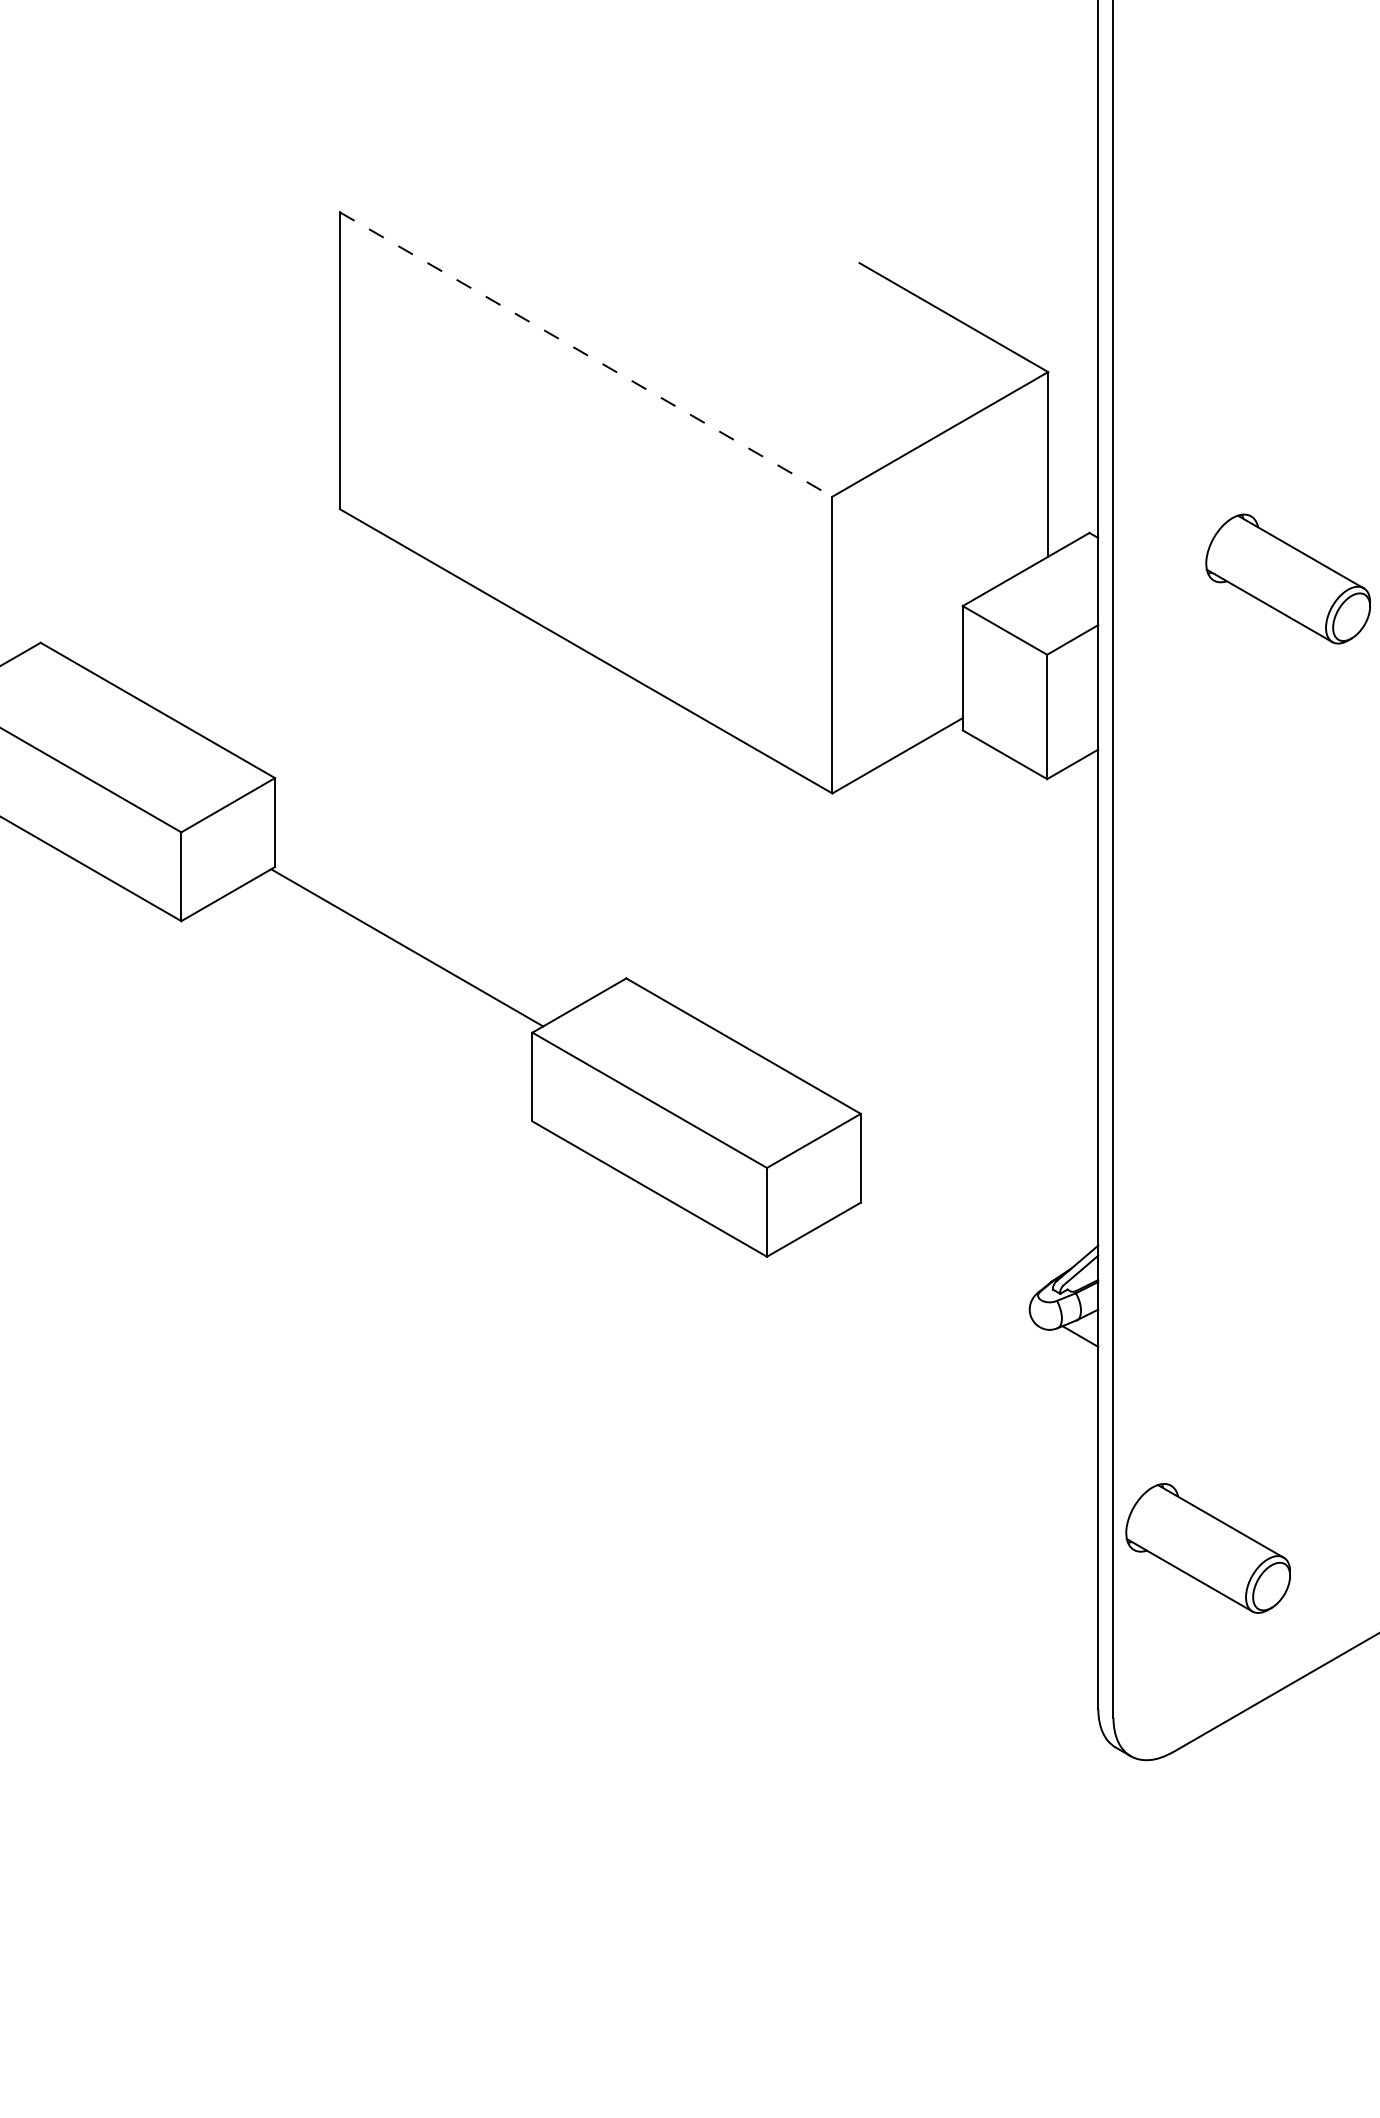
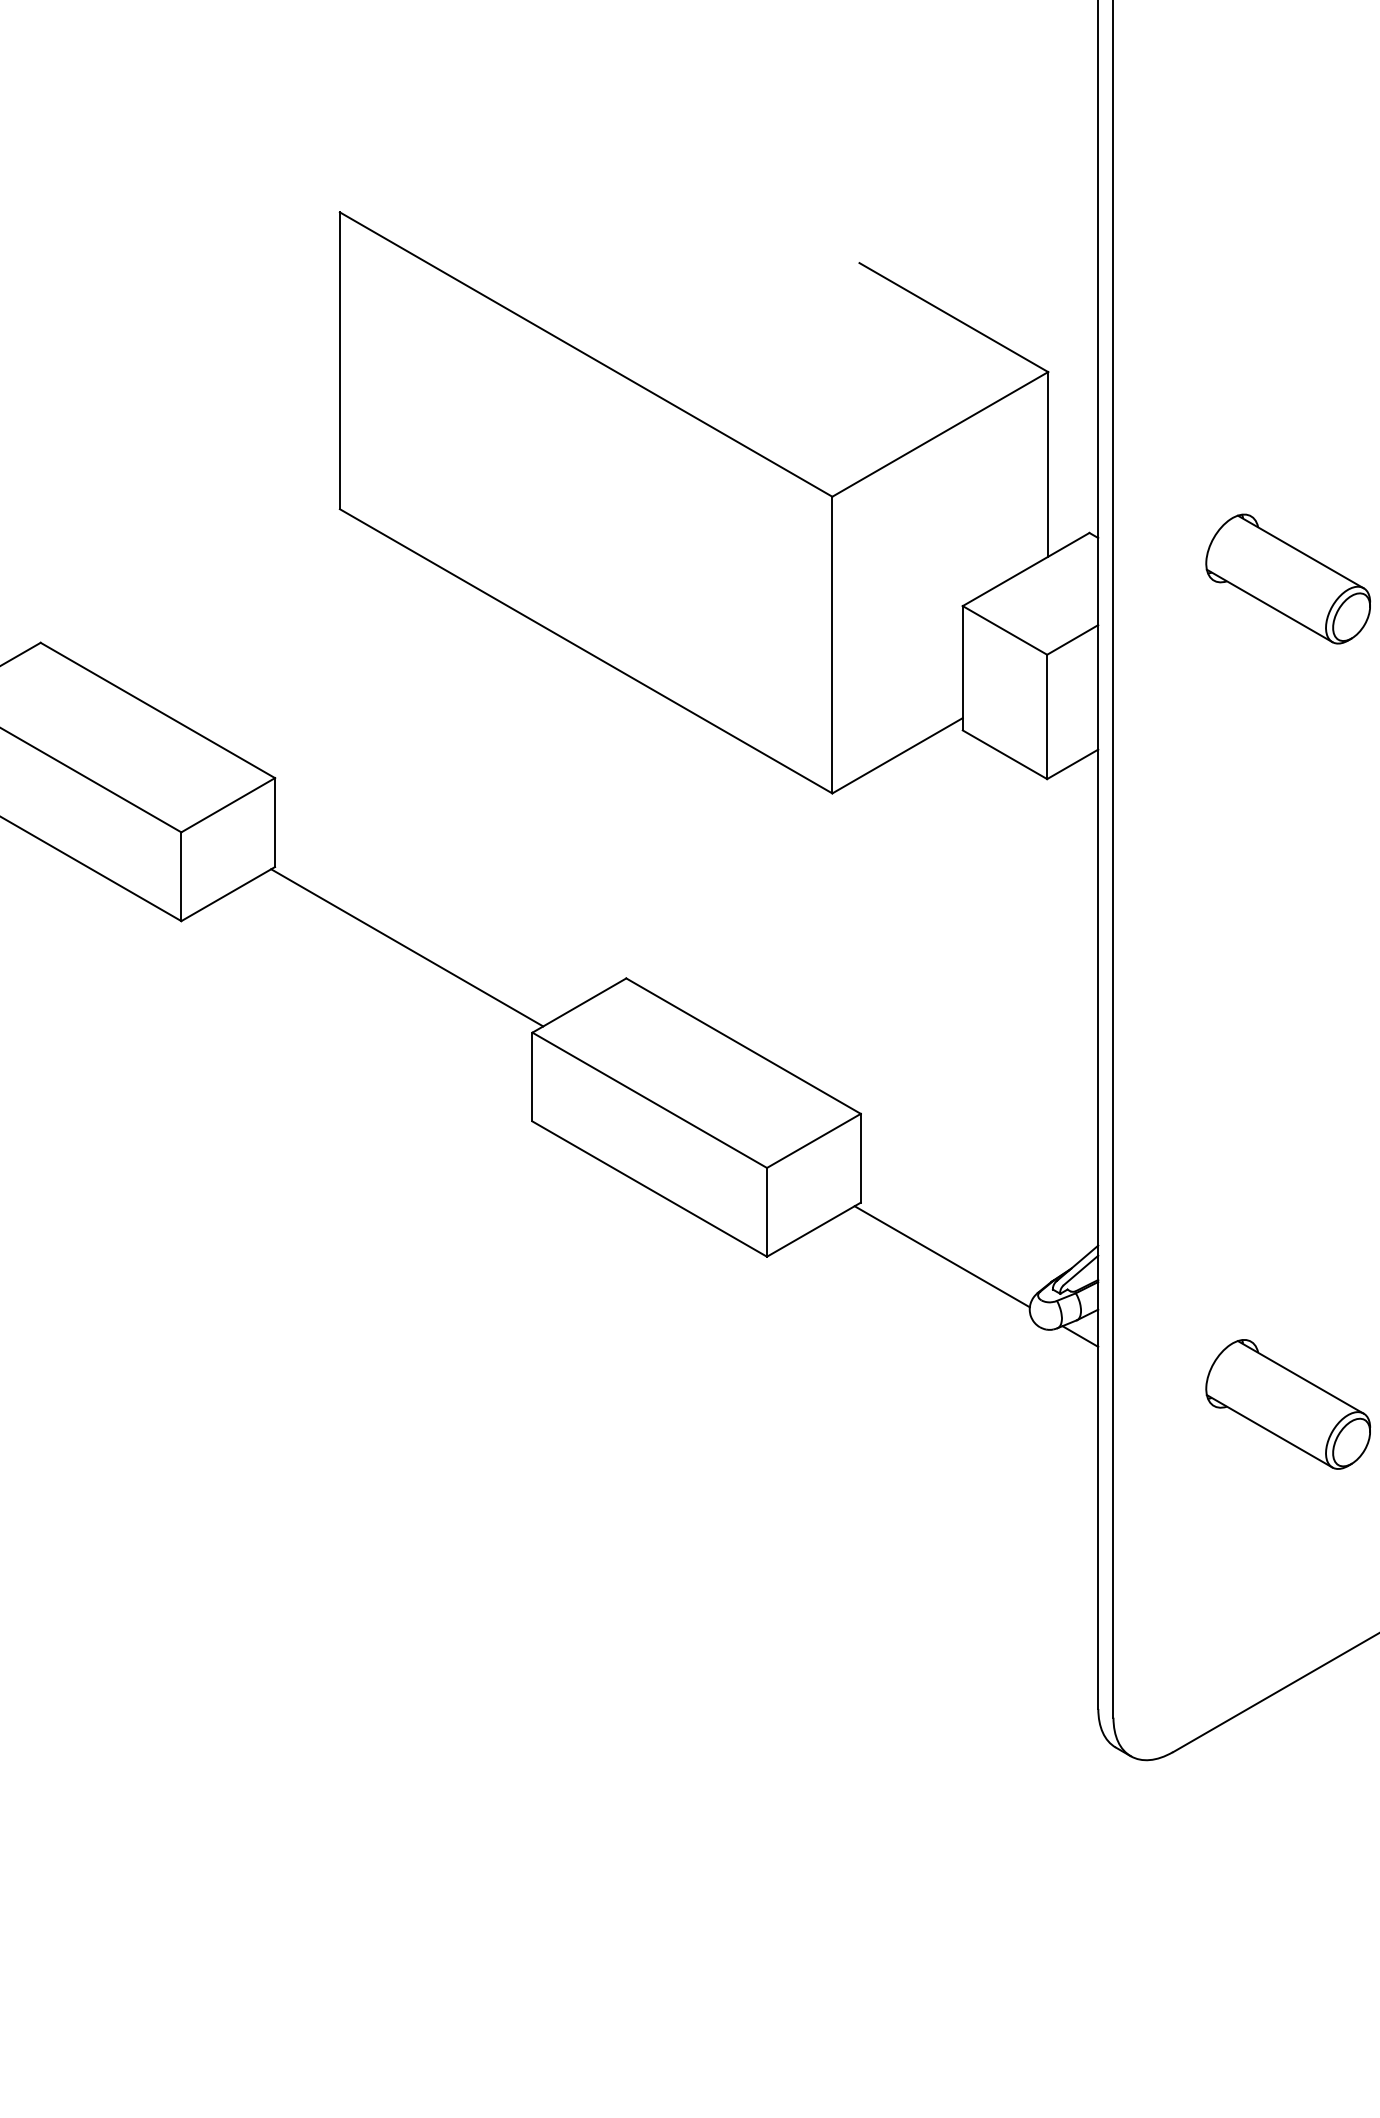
line at (586, 354): dashed -> solid
line at (941, 1256): none -> present
part at (1208, 1548) position: (1208, 1548) -> (1288, 1404)
